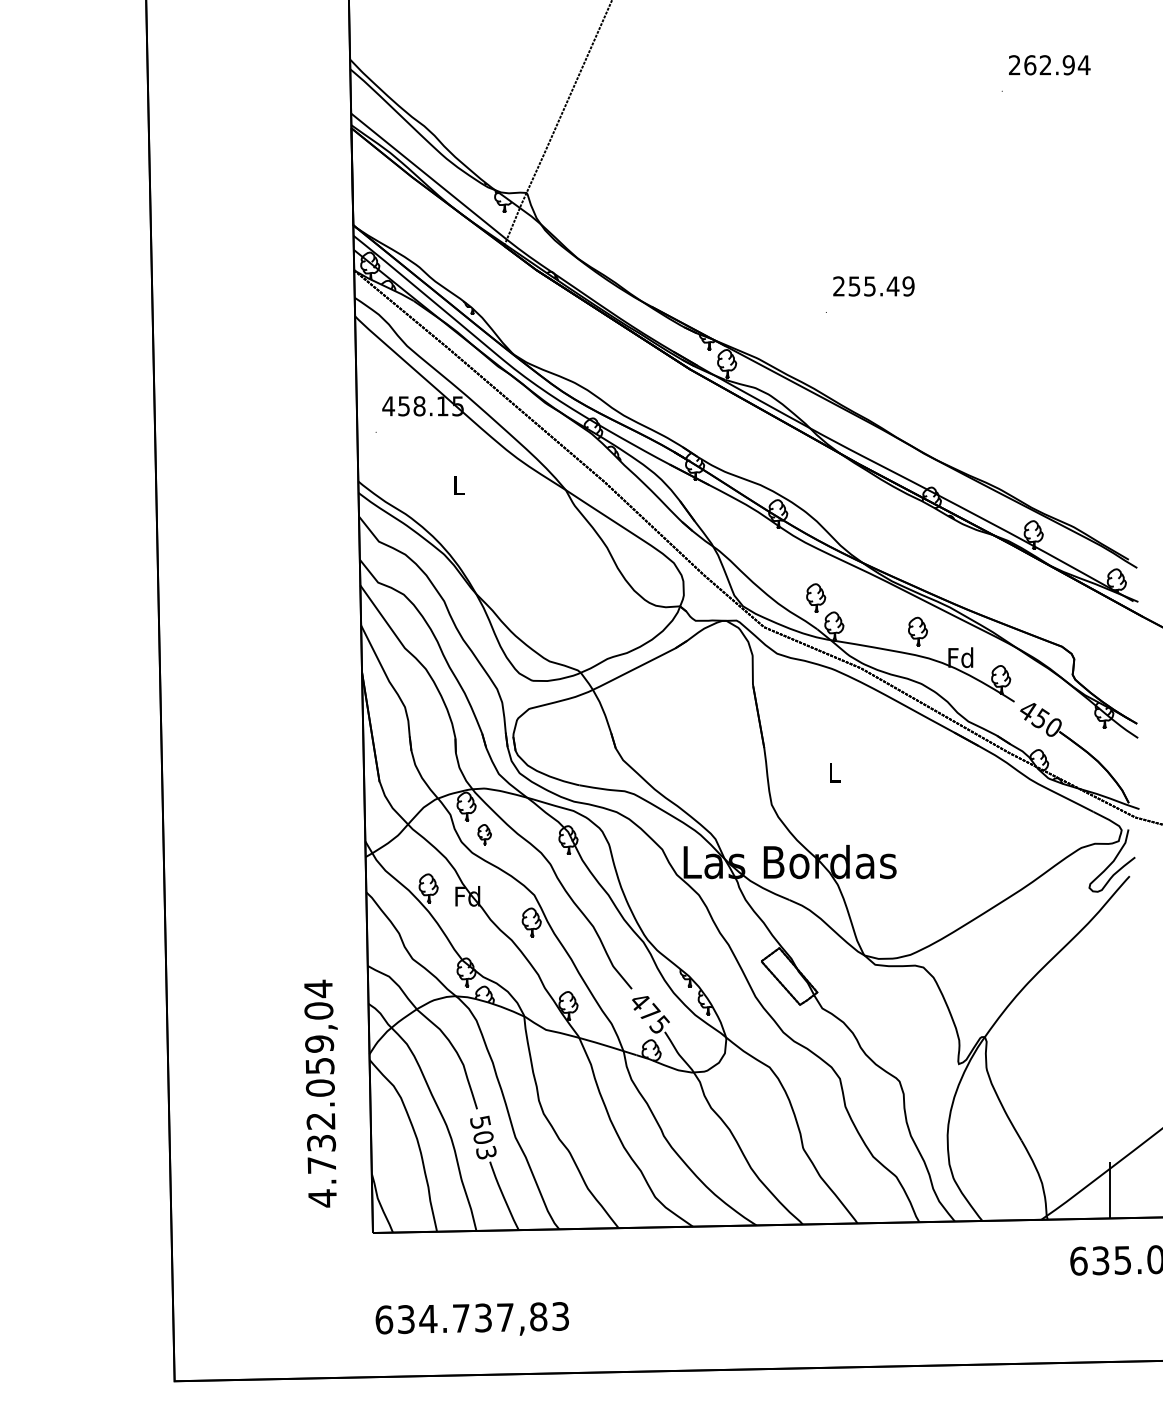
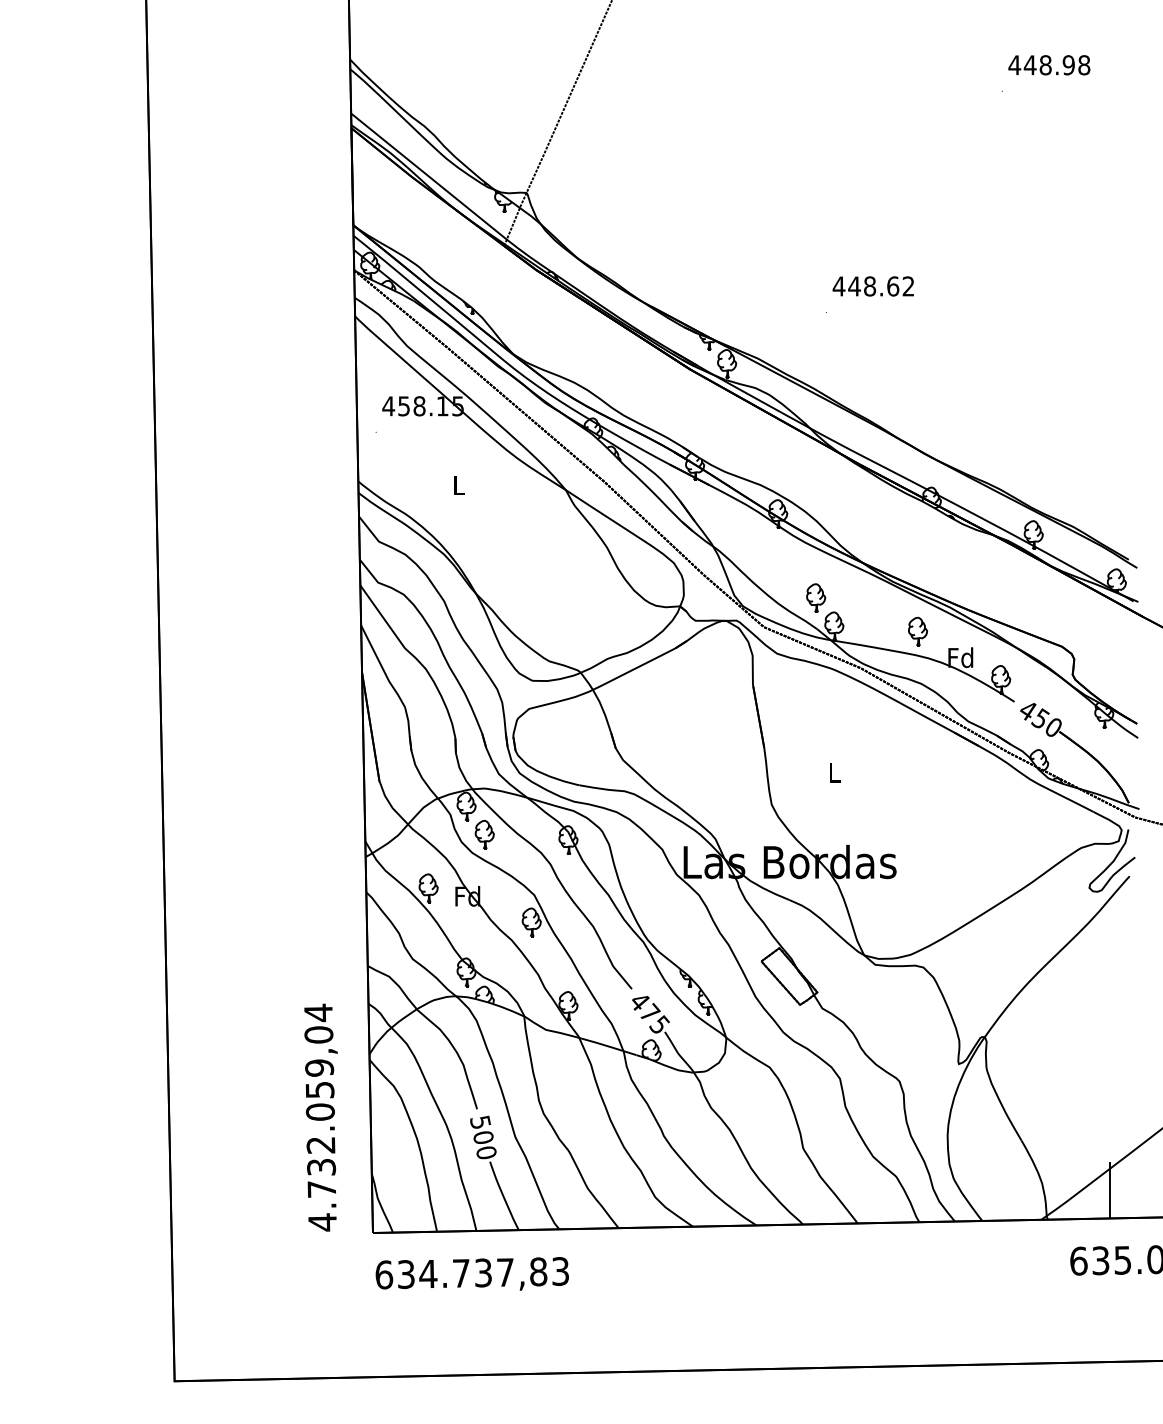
text at (1049, 65): 262.94 -> 448.98
text at (873, 286): 255.49 -> 448.62
part at (484, 834) size: 15x22 px -> 21x31 px
text at (320, 1093) position: (320, 1093) -> (320, 1117)
text at (486, 1152): 503 -> 500
text at (471, 1318) position: (471, 1318) -> (471, 1273)
